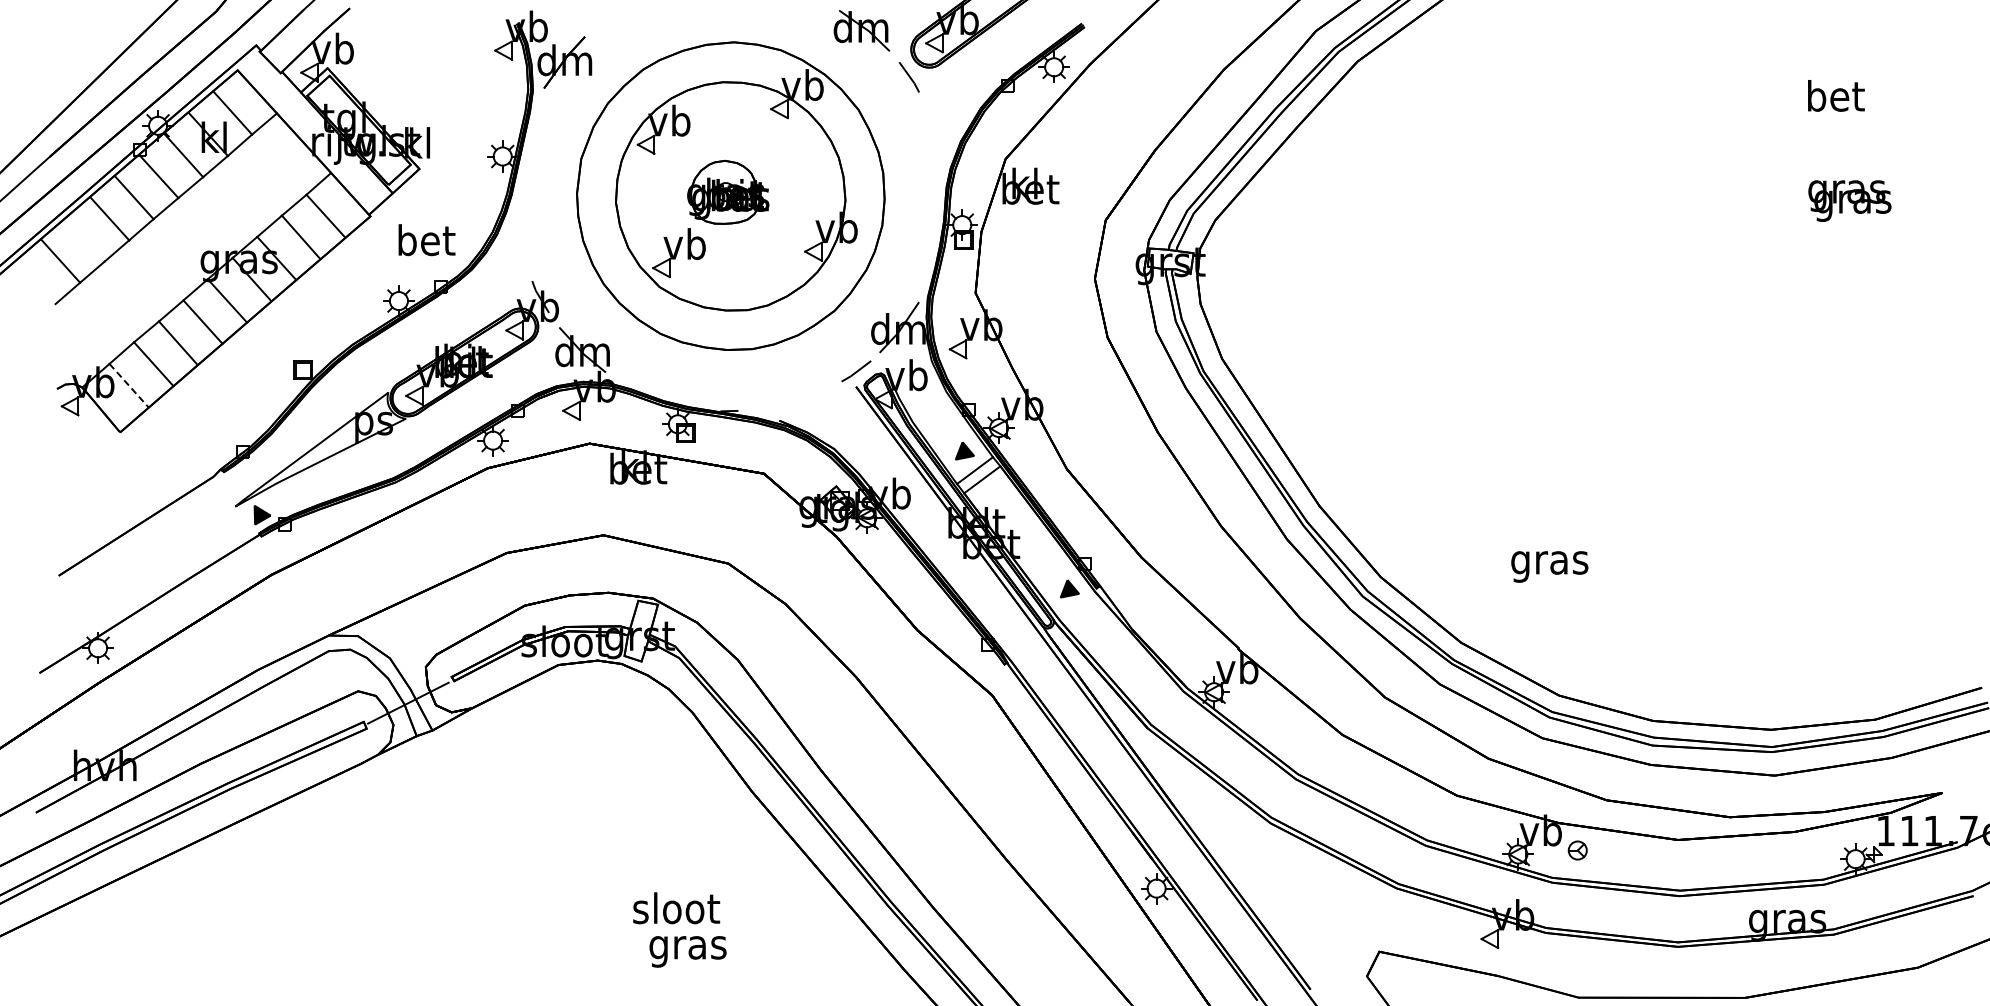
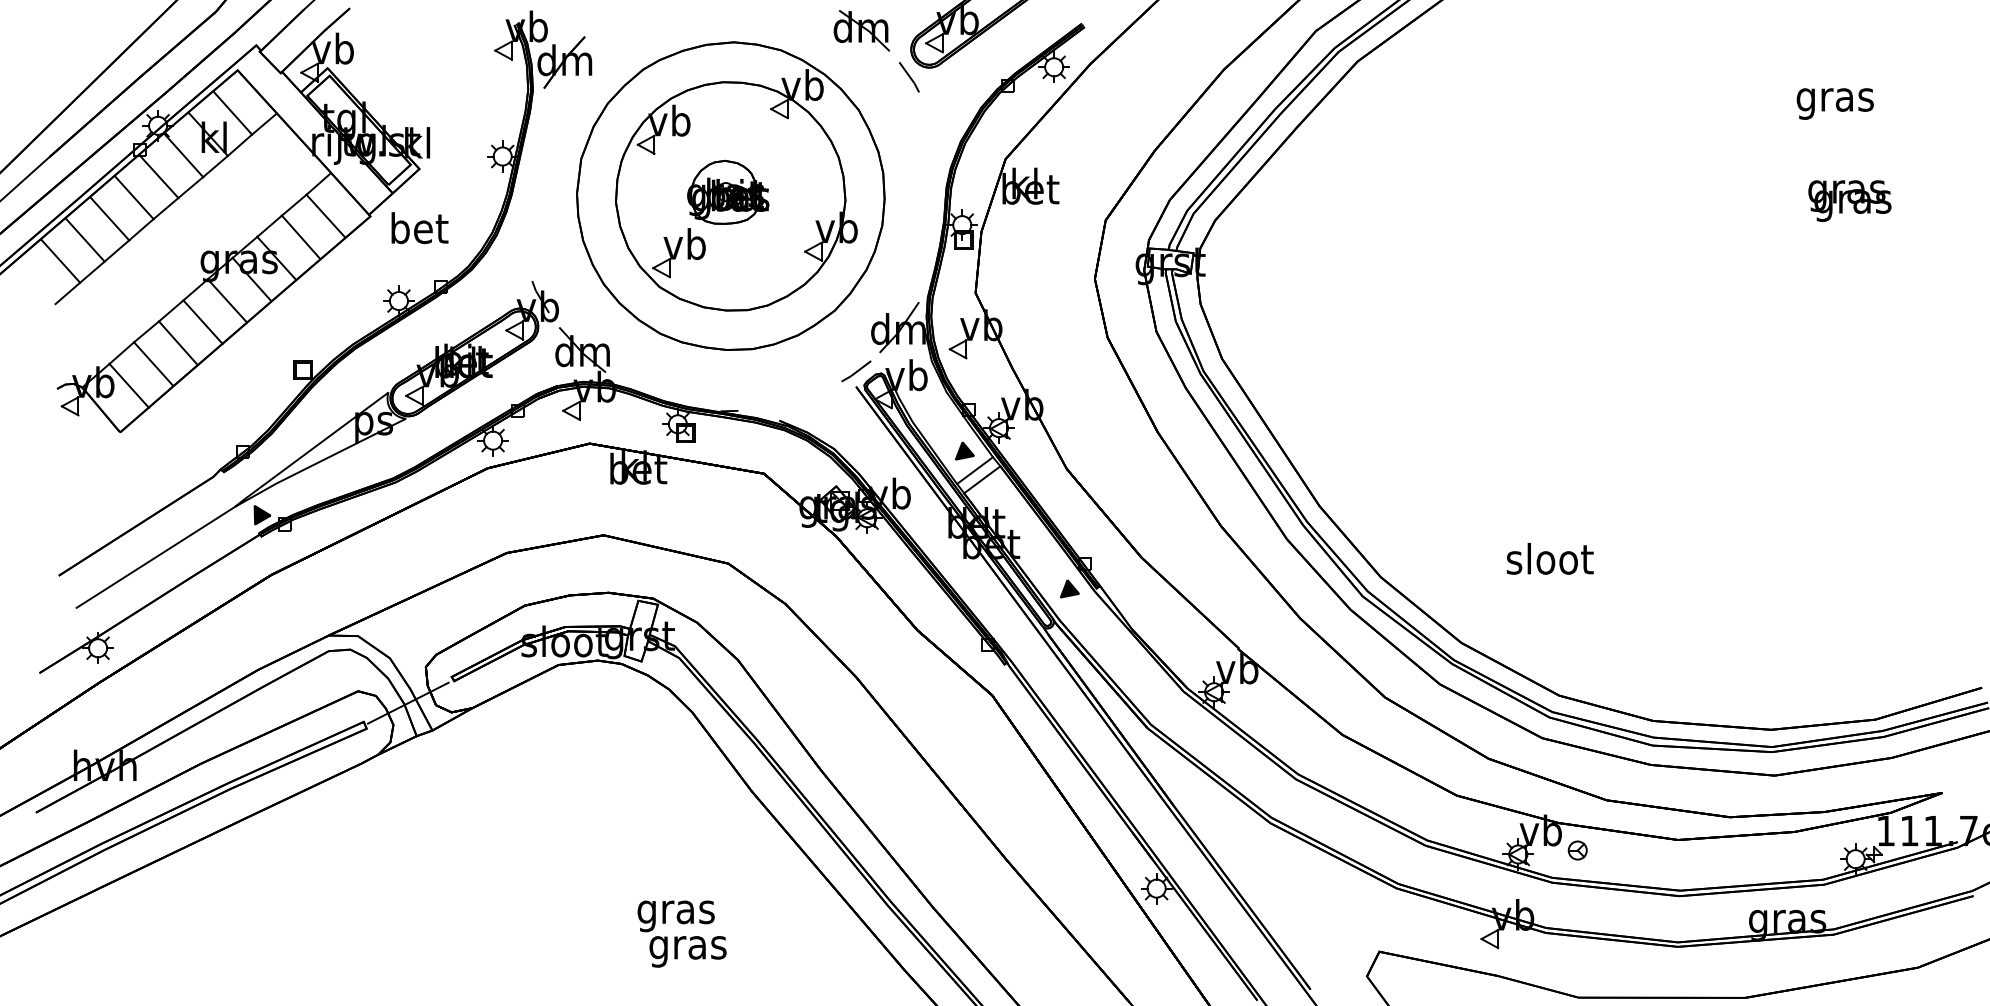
text at (1834, 99): bet -> gras
line at (84, 239): none -> present
text at (426, 240) position: (426, 240) -> (419, 228)
line at (129, 385): dashed -> solid
line at (155, 556): none -> present
text at (1549, 562): gras -> sloot
text at (676, 912): sloot -> gras
